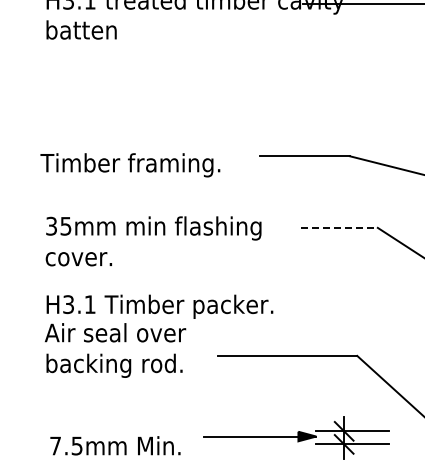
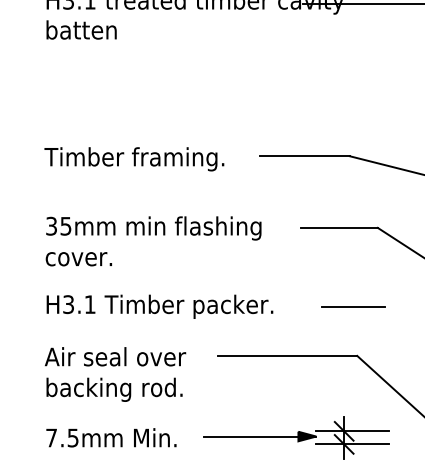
text at (130, 165) position: (130, 165) -> (134, 159)
line at (339, 227): dashed -> solid
line at (353, 306): none -> present
text at (115, 350) position: (115, 350) -> (115, 374)
text at (115, 445) position: (115, 445) -> (111, 437)
